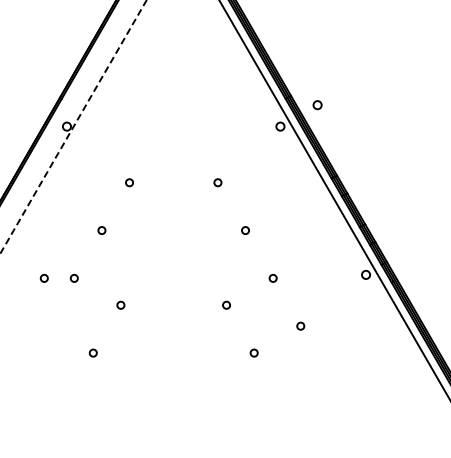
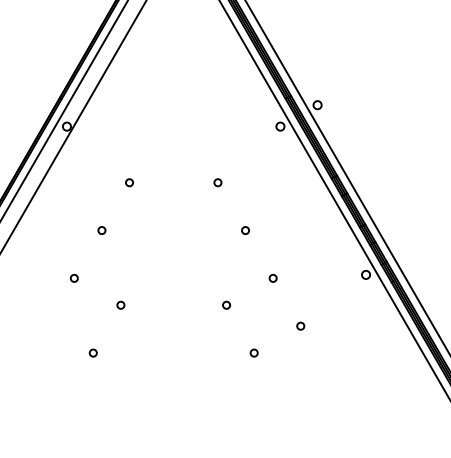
line at (64, 110): none -> present
line at (73, 126): dashed -> solid
line at (346, 176): none -> present
circle at (43, 277): present -> none
